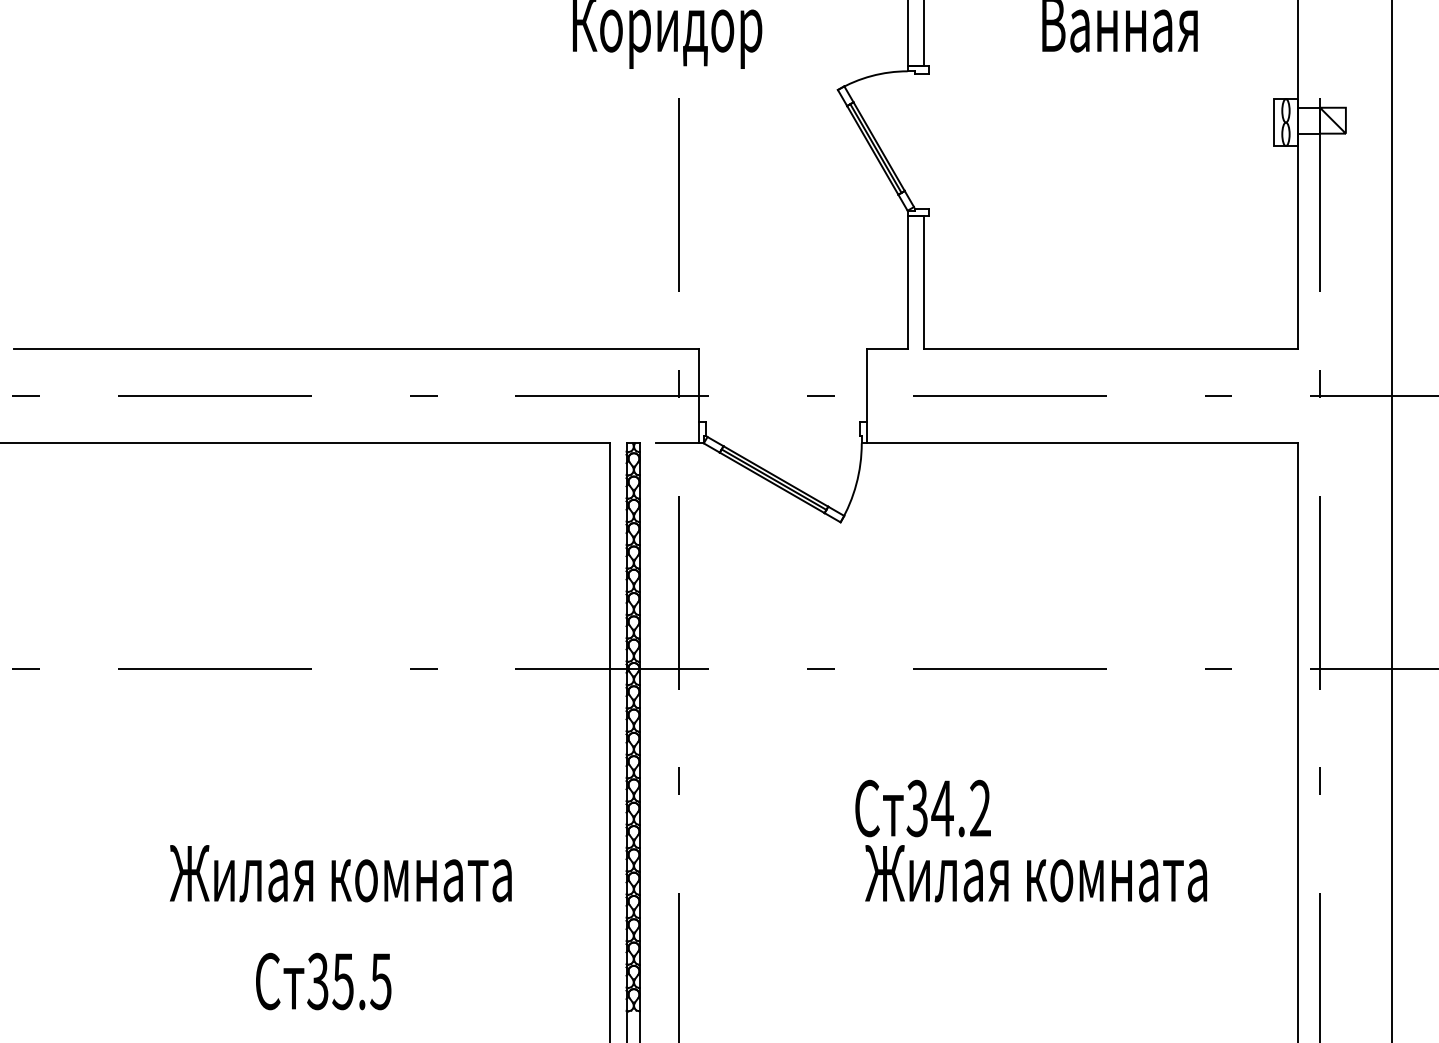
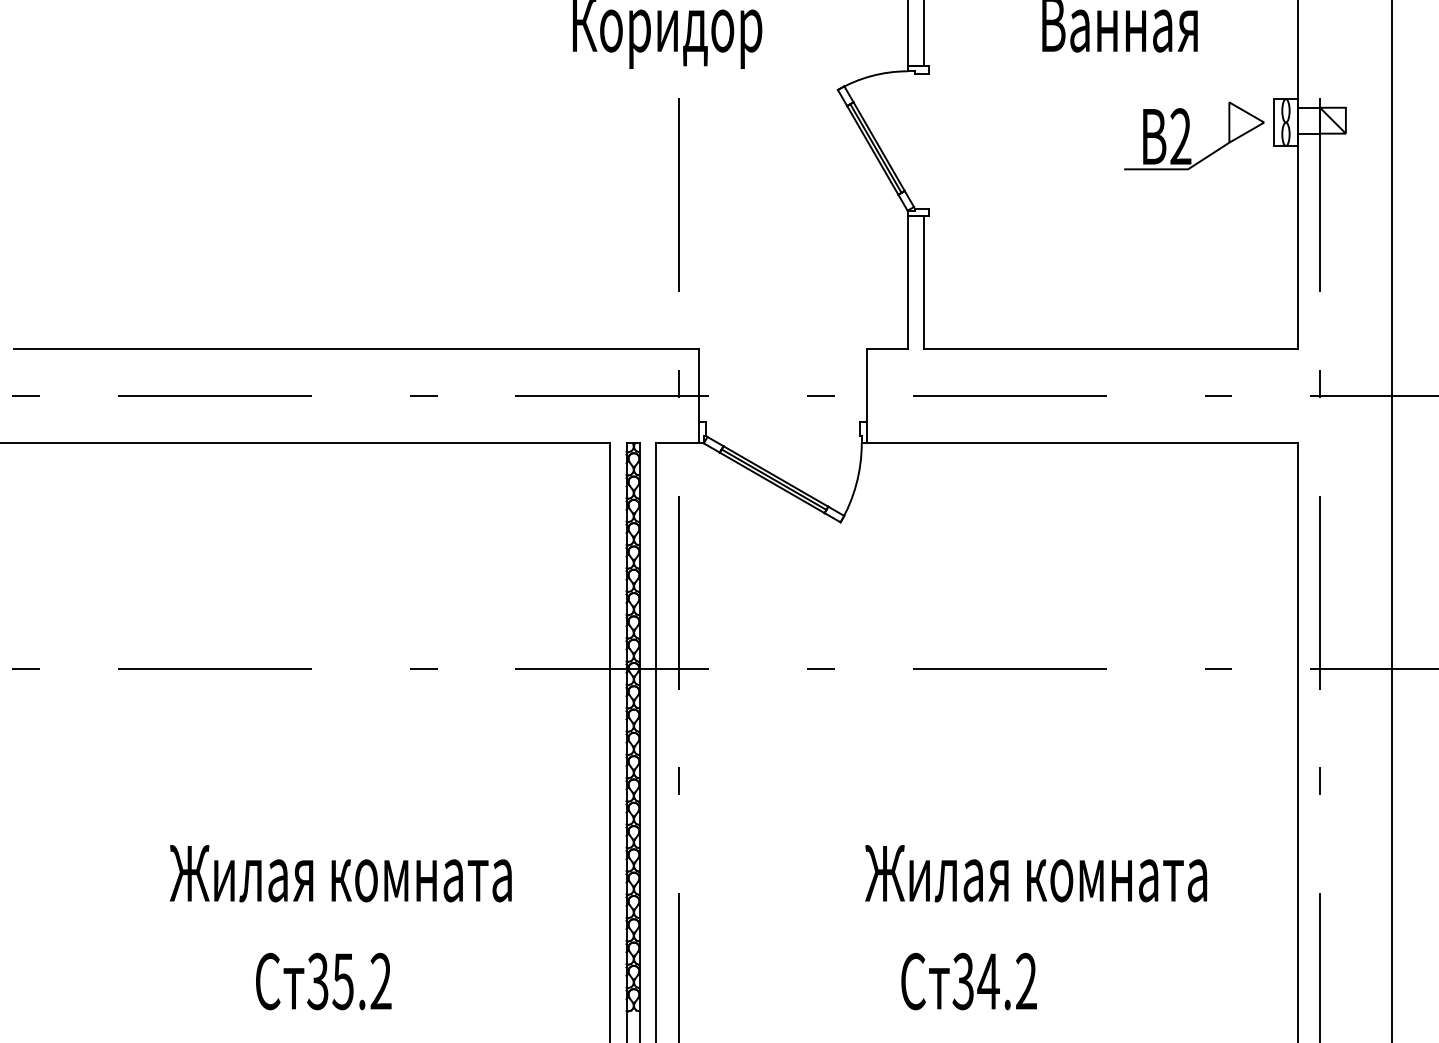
part at (1194, 135): none -> present
line at (656, 741): none -> present
text at (922, 808) position: (922, 808) -> (968, 981)
text at (380, 981): 35.5 -> 35.2
